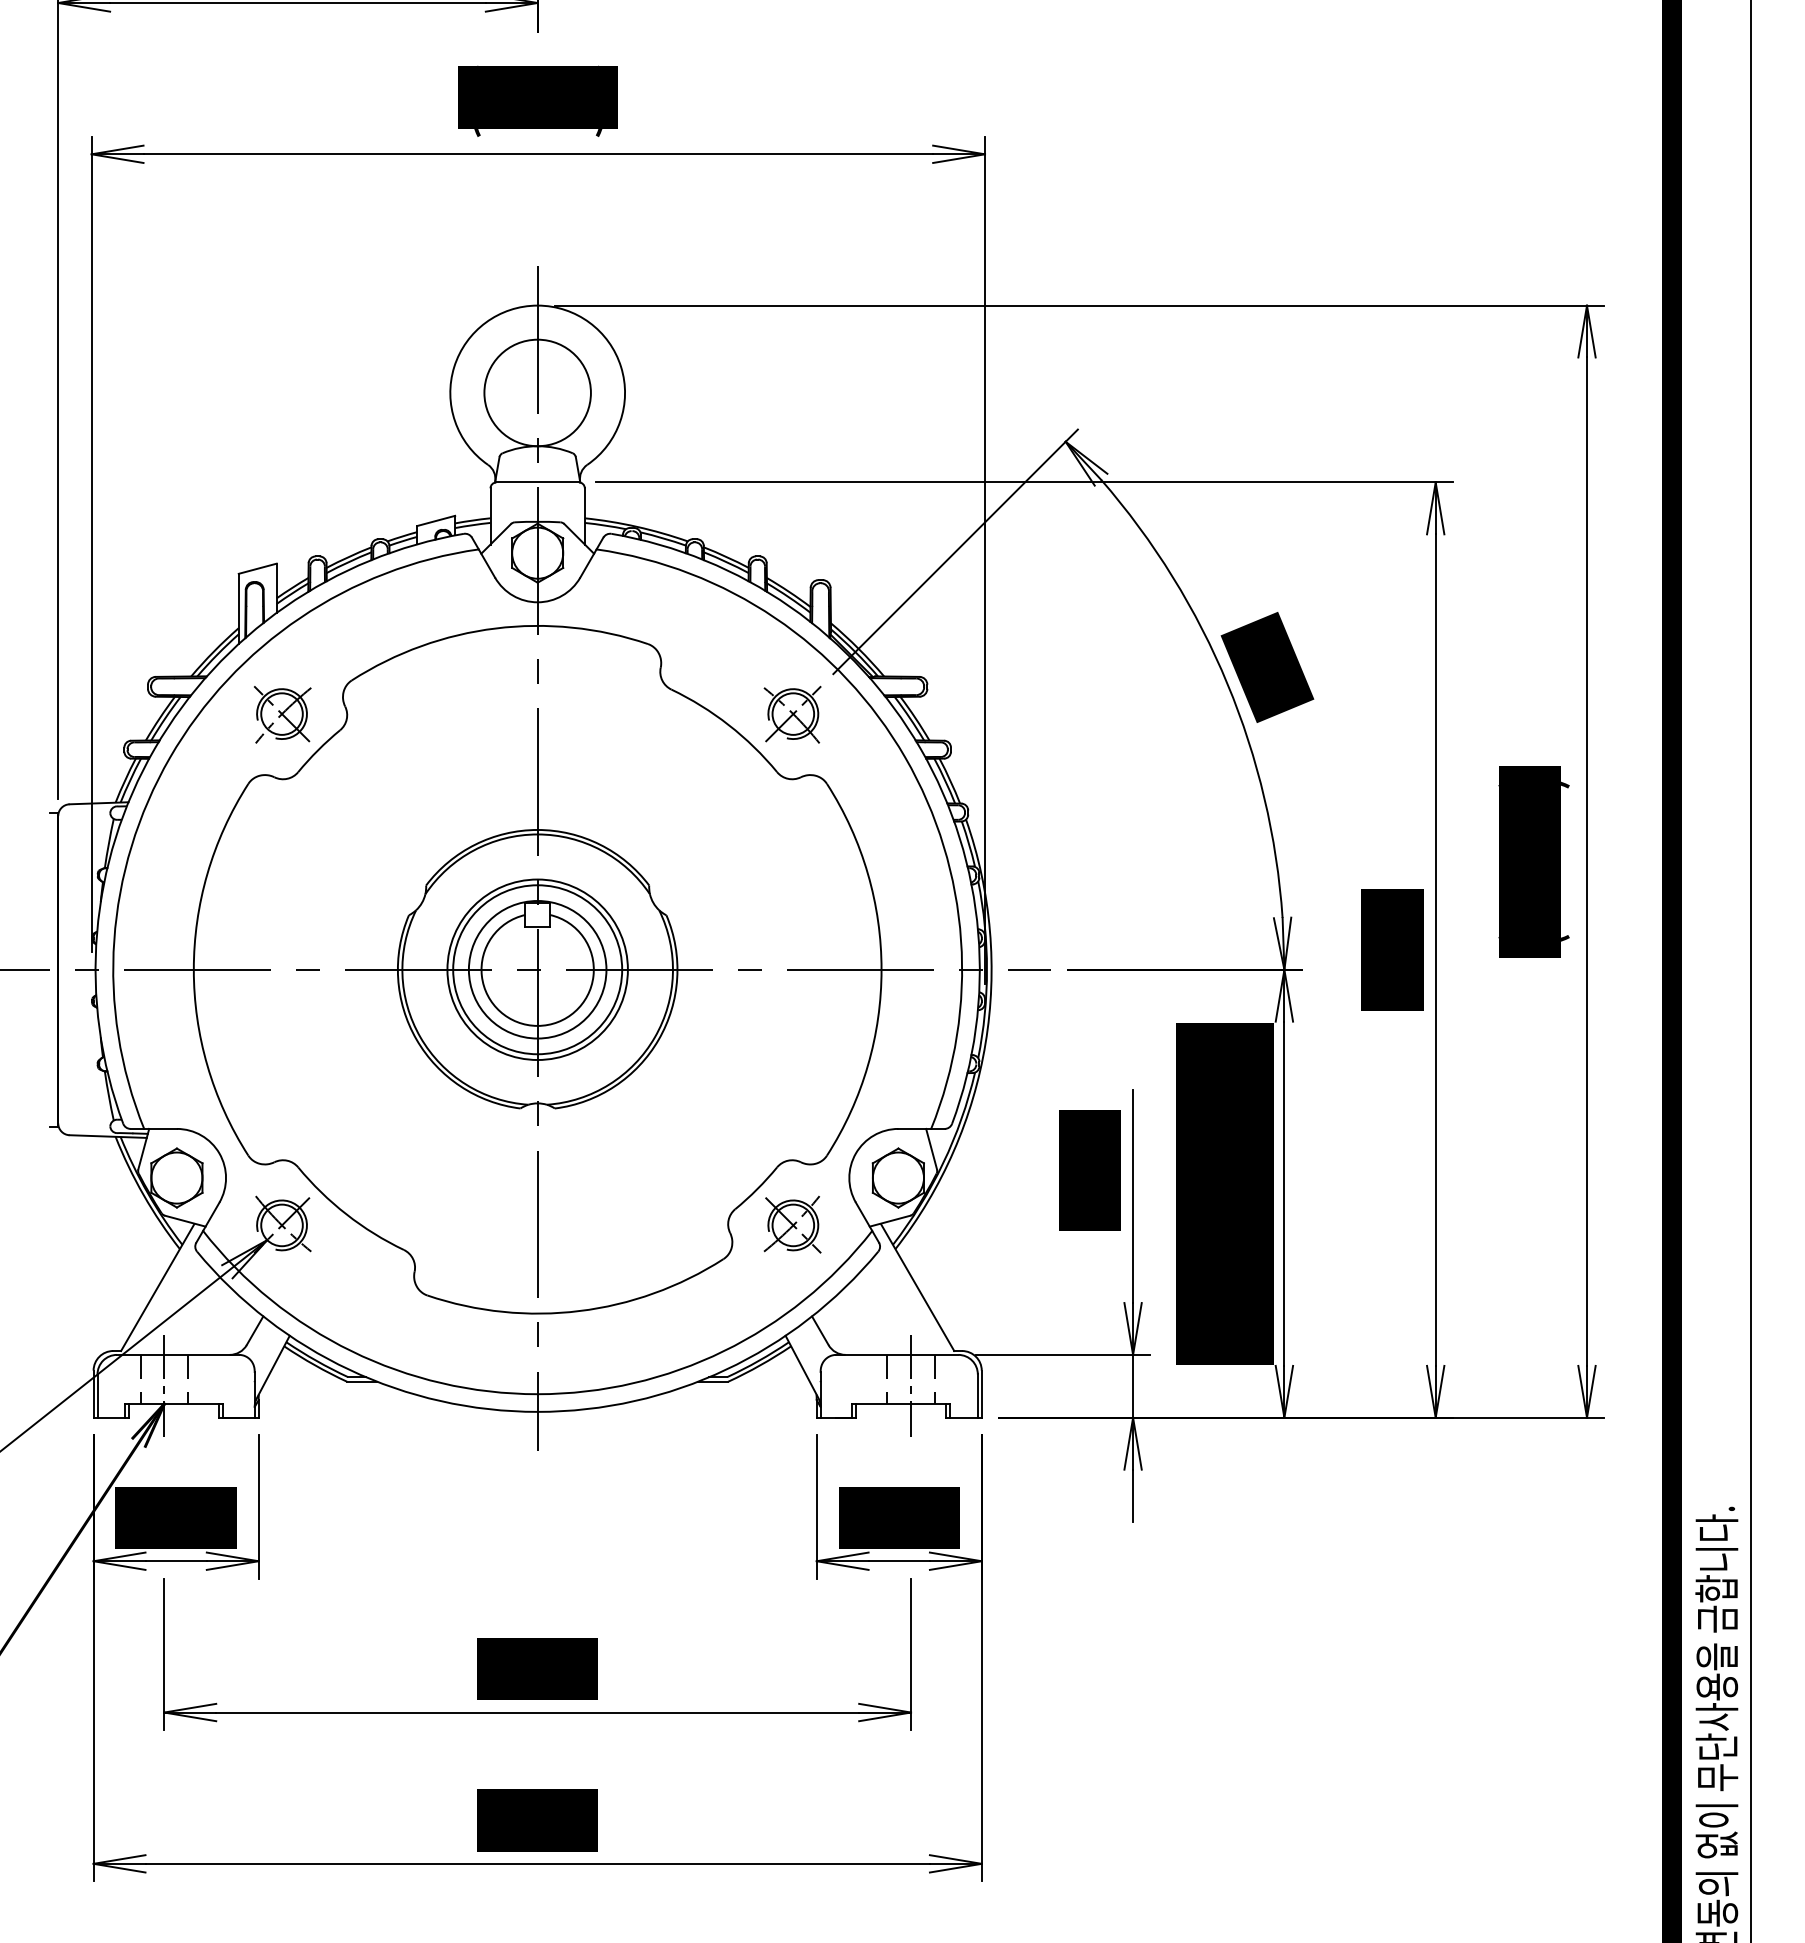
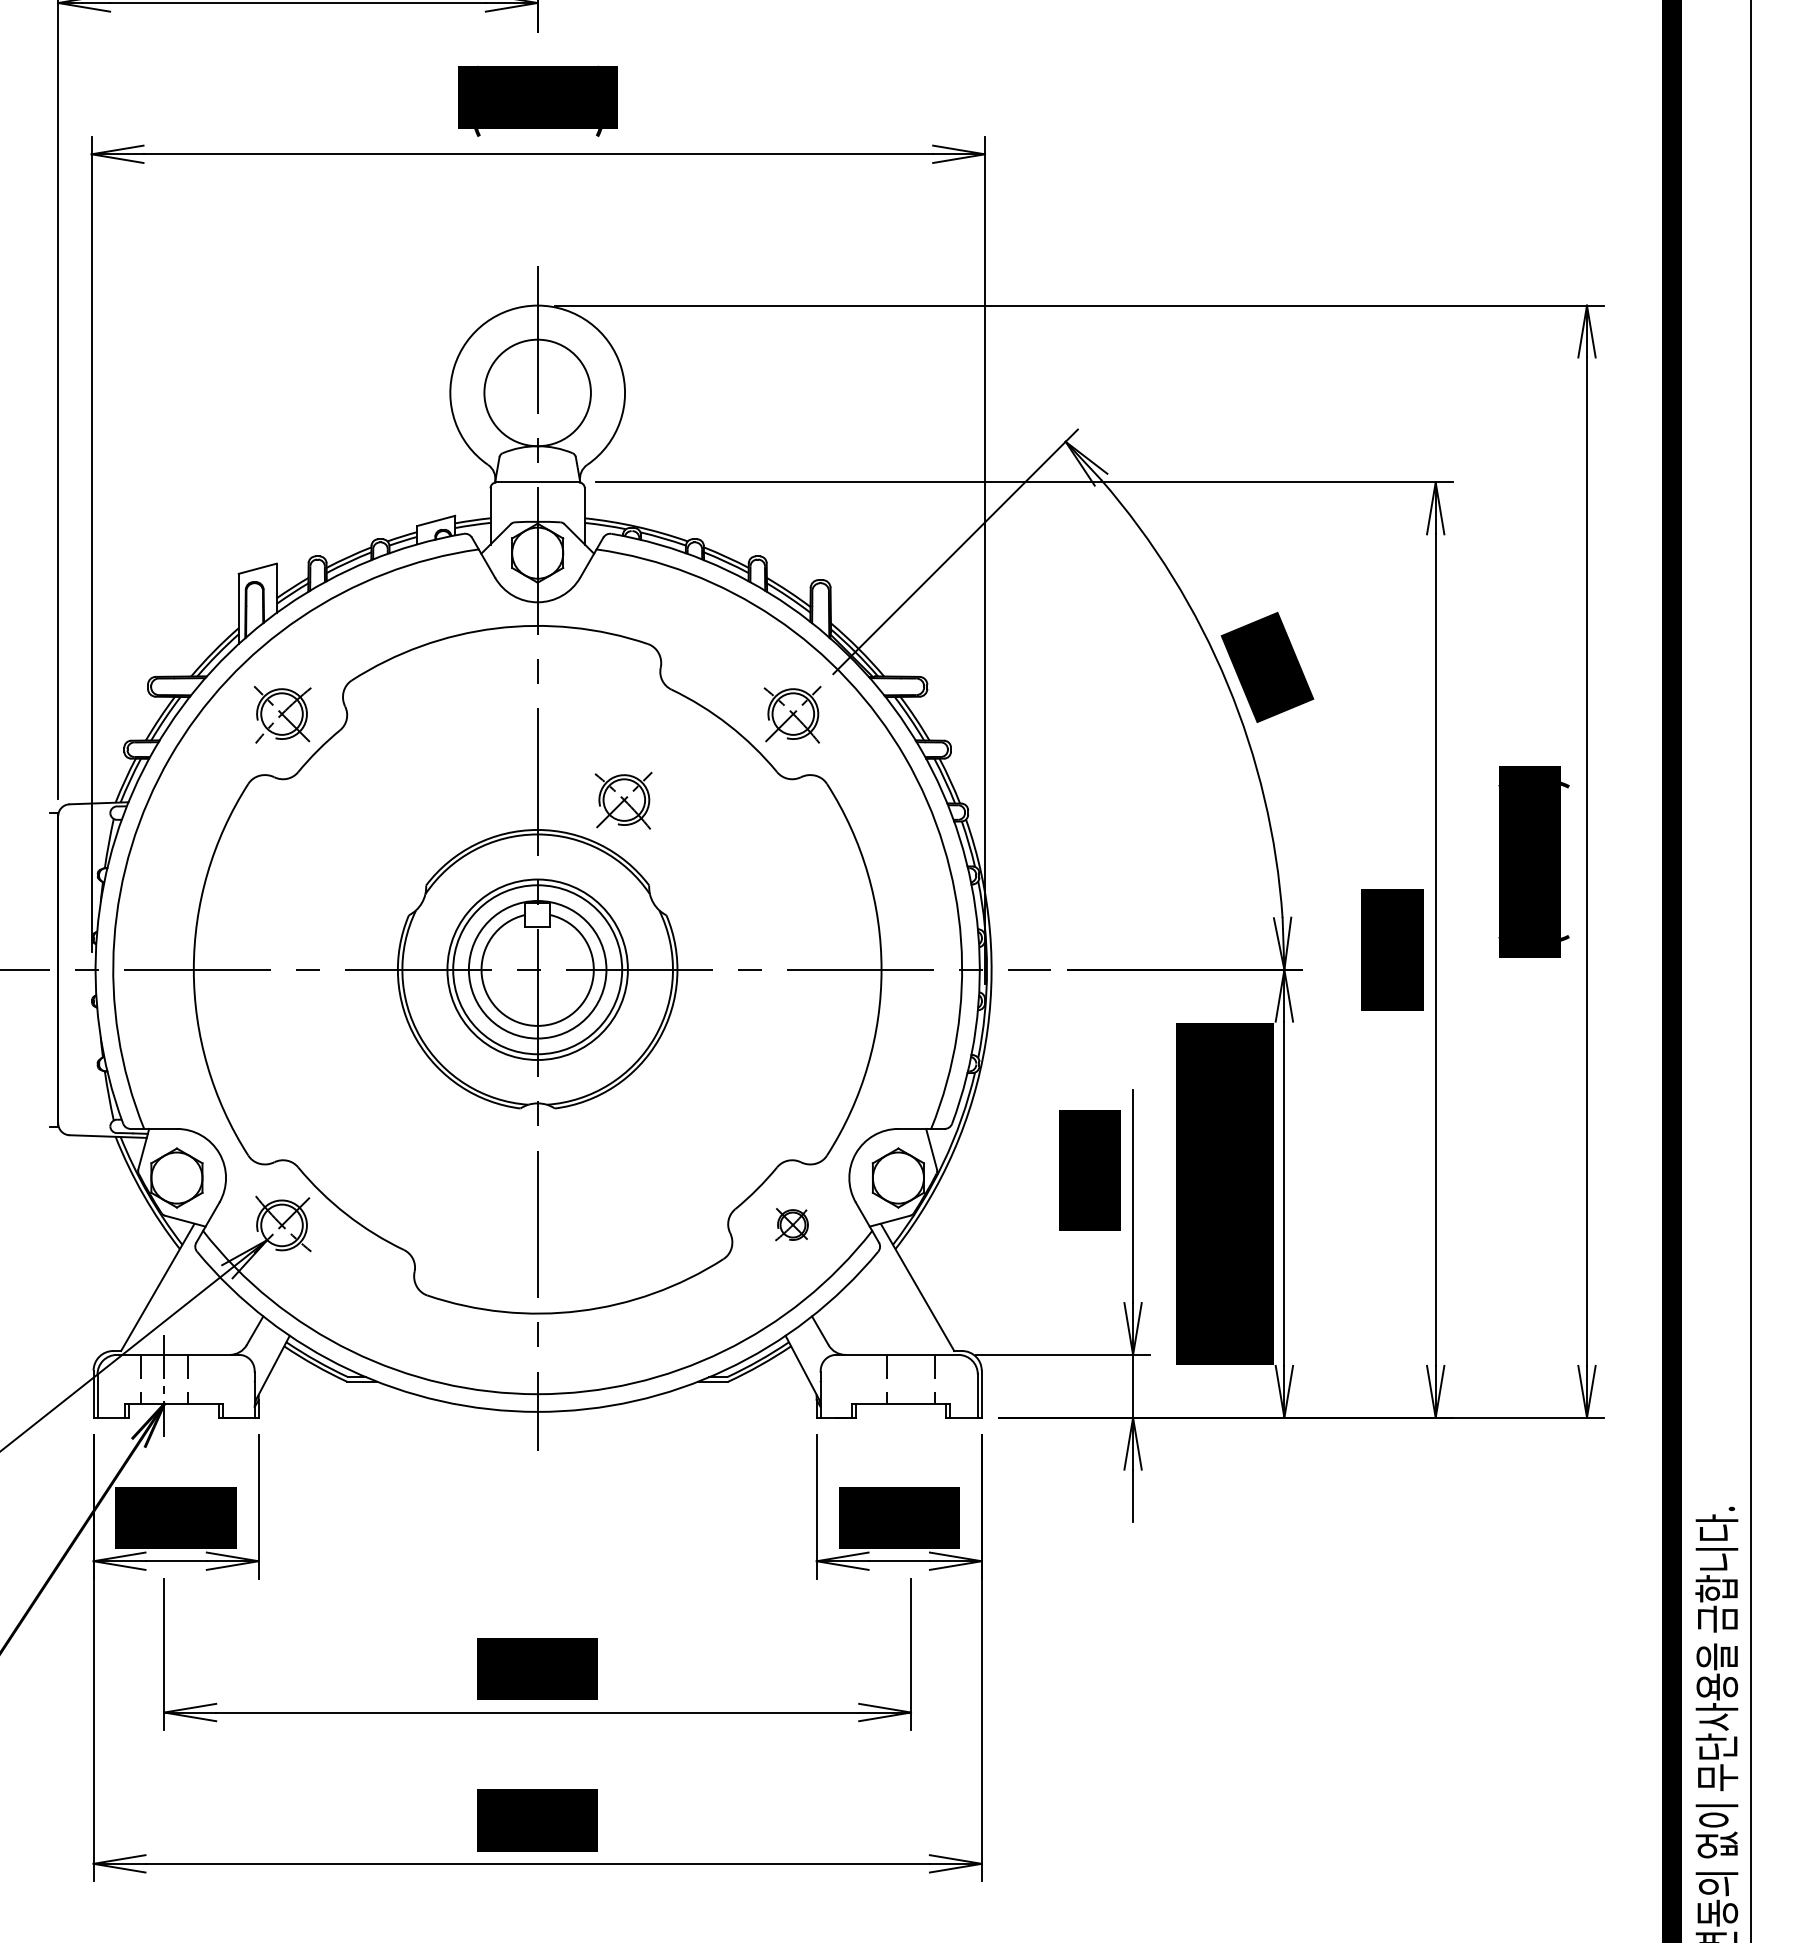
part at (623, 800): none -> present
part at (792, 1224) size: 59x59 px -> 34x34 px
line at (911, 1385): present -> none
